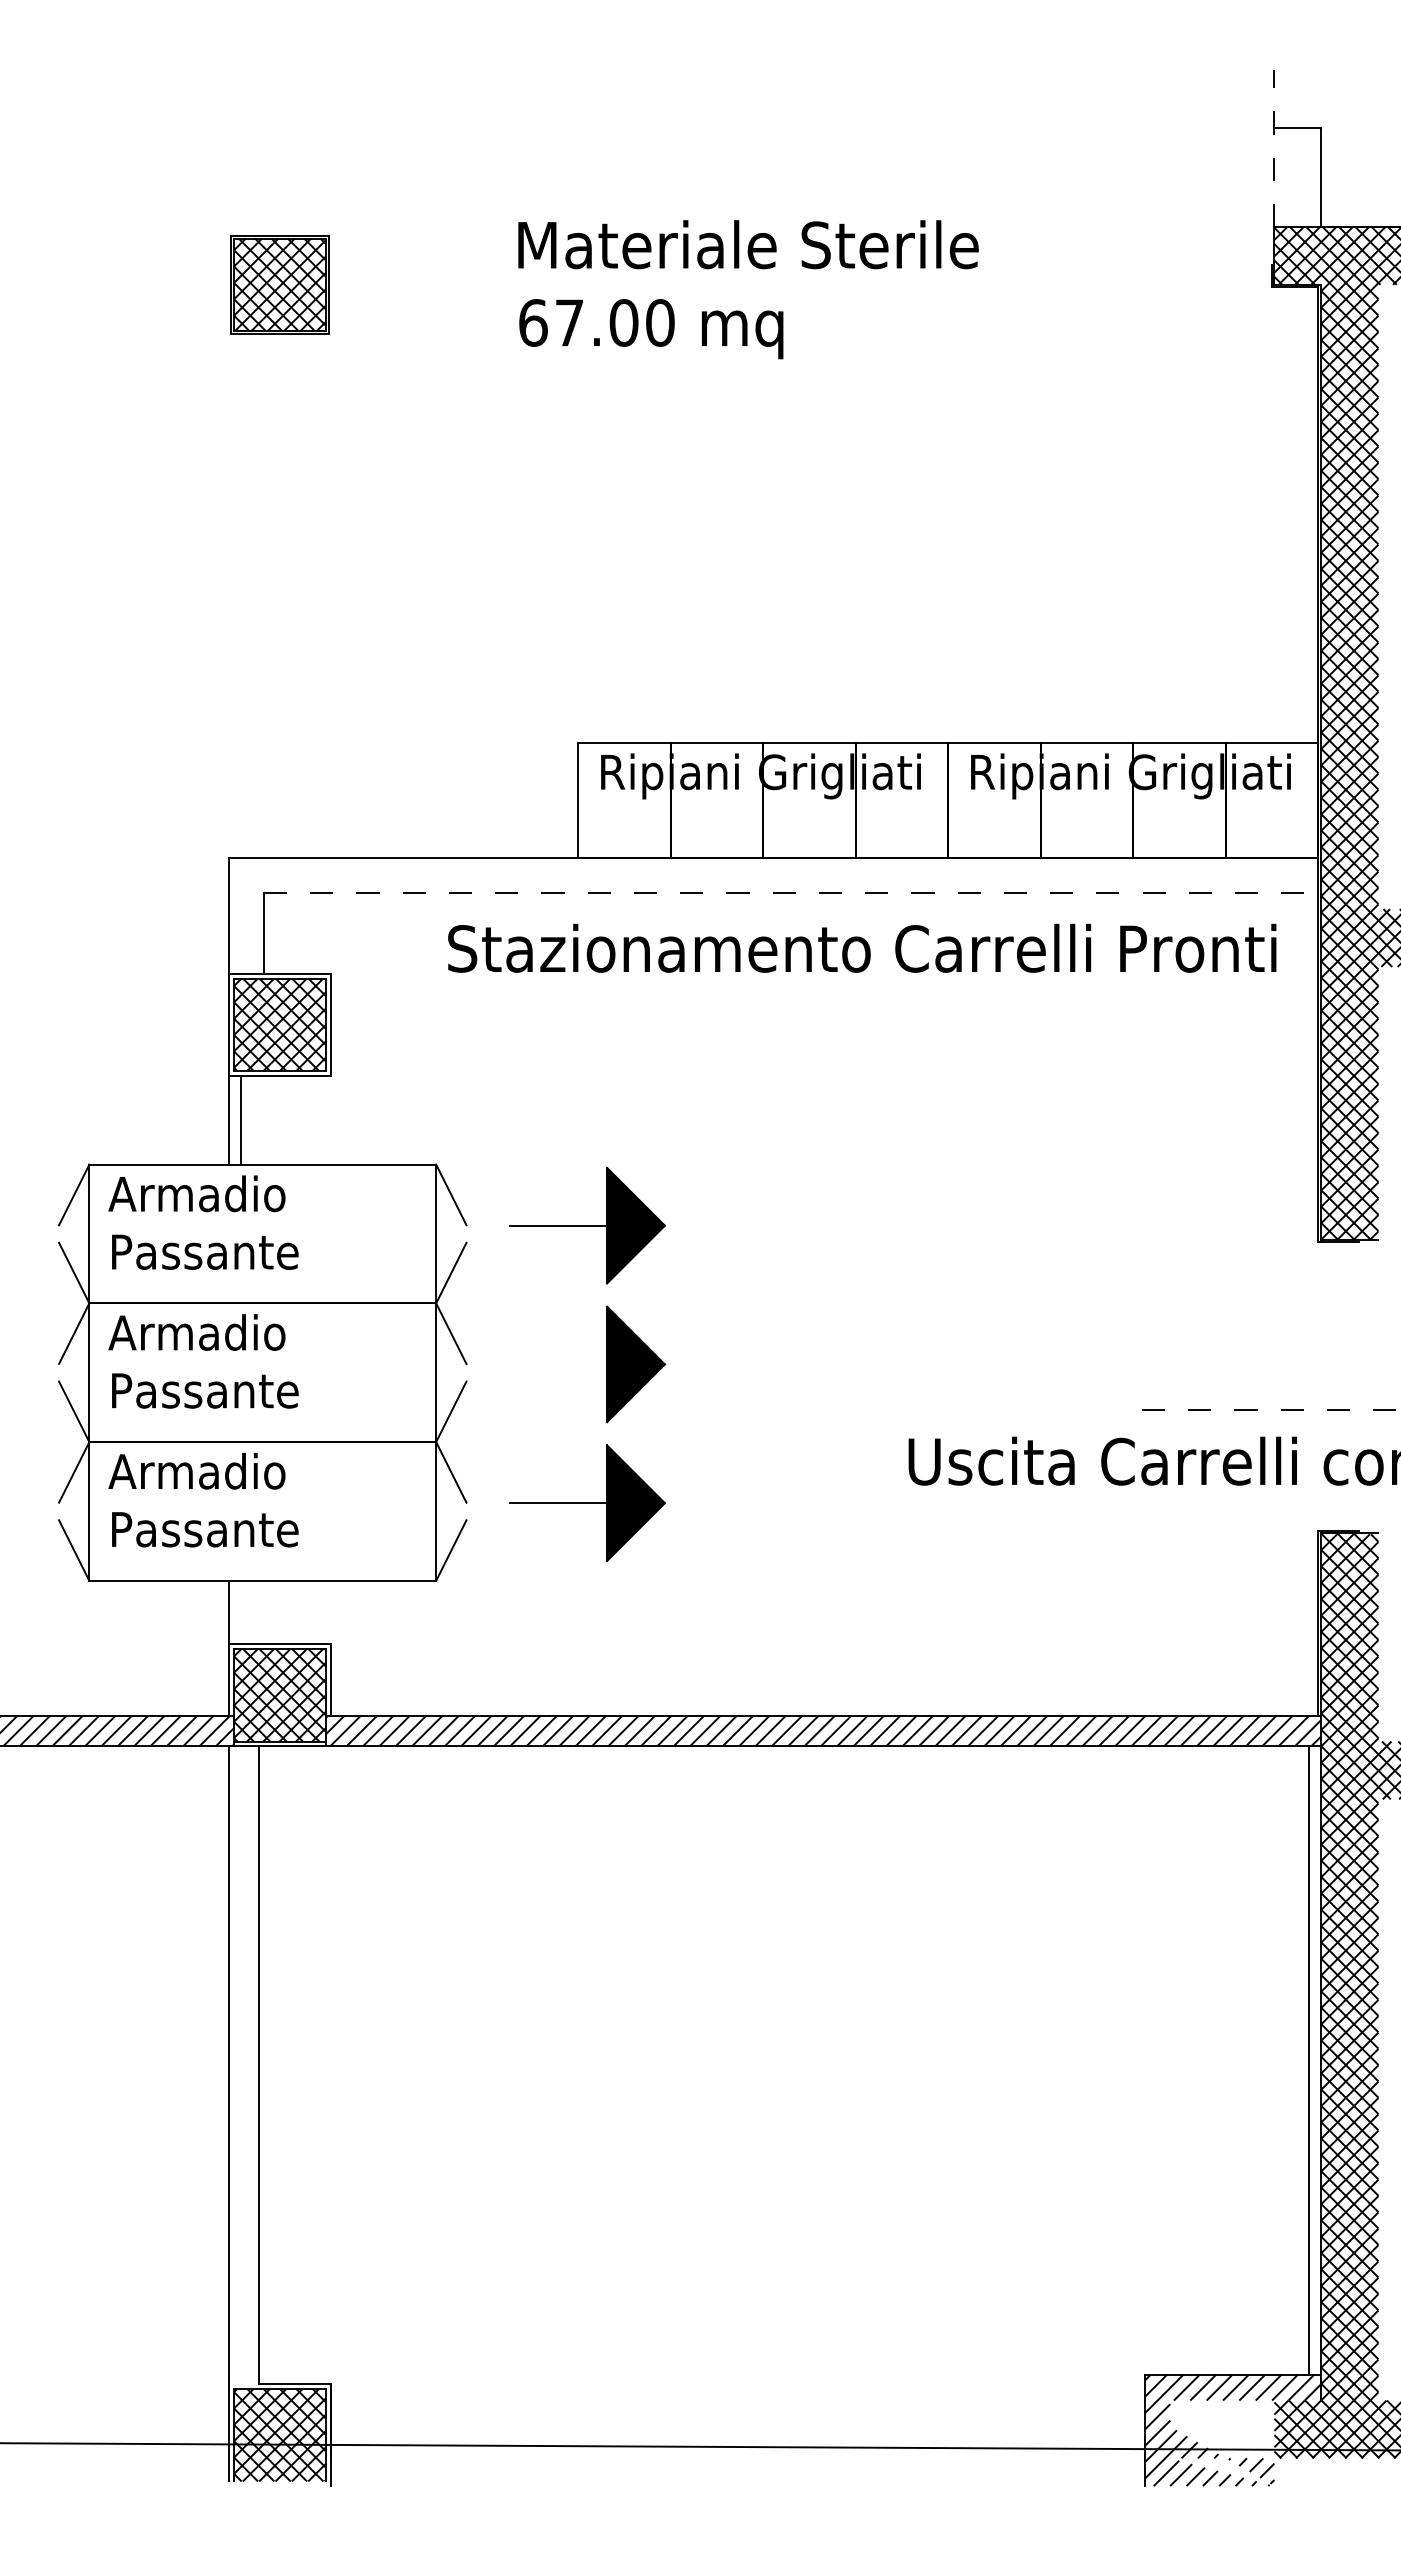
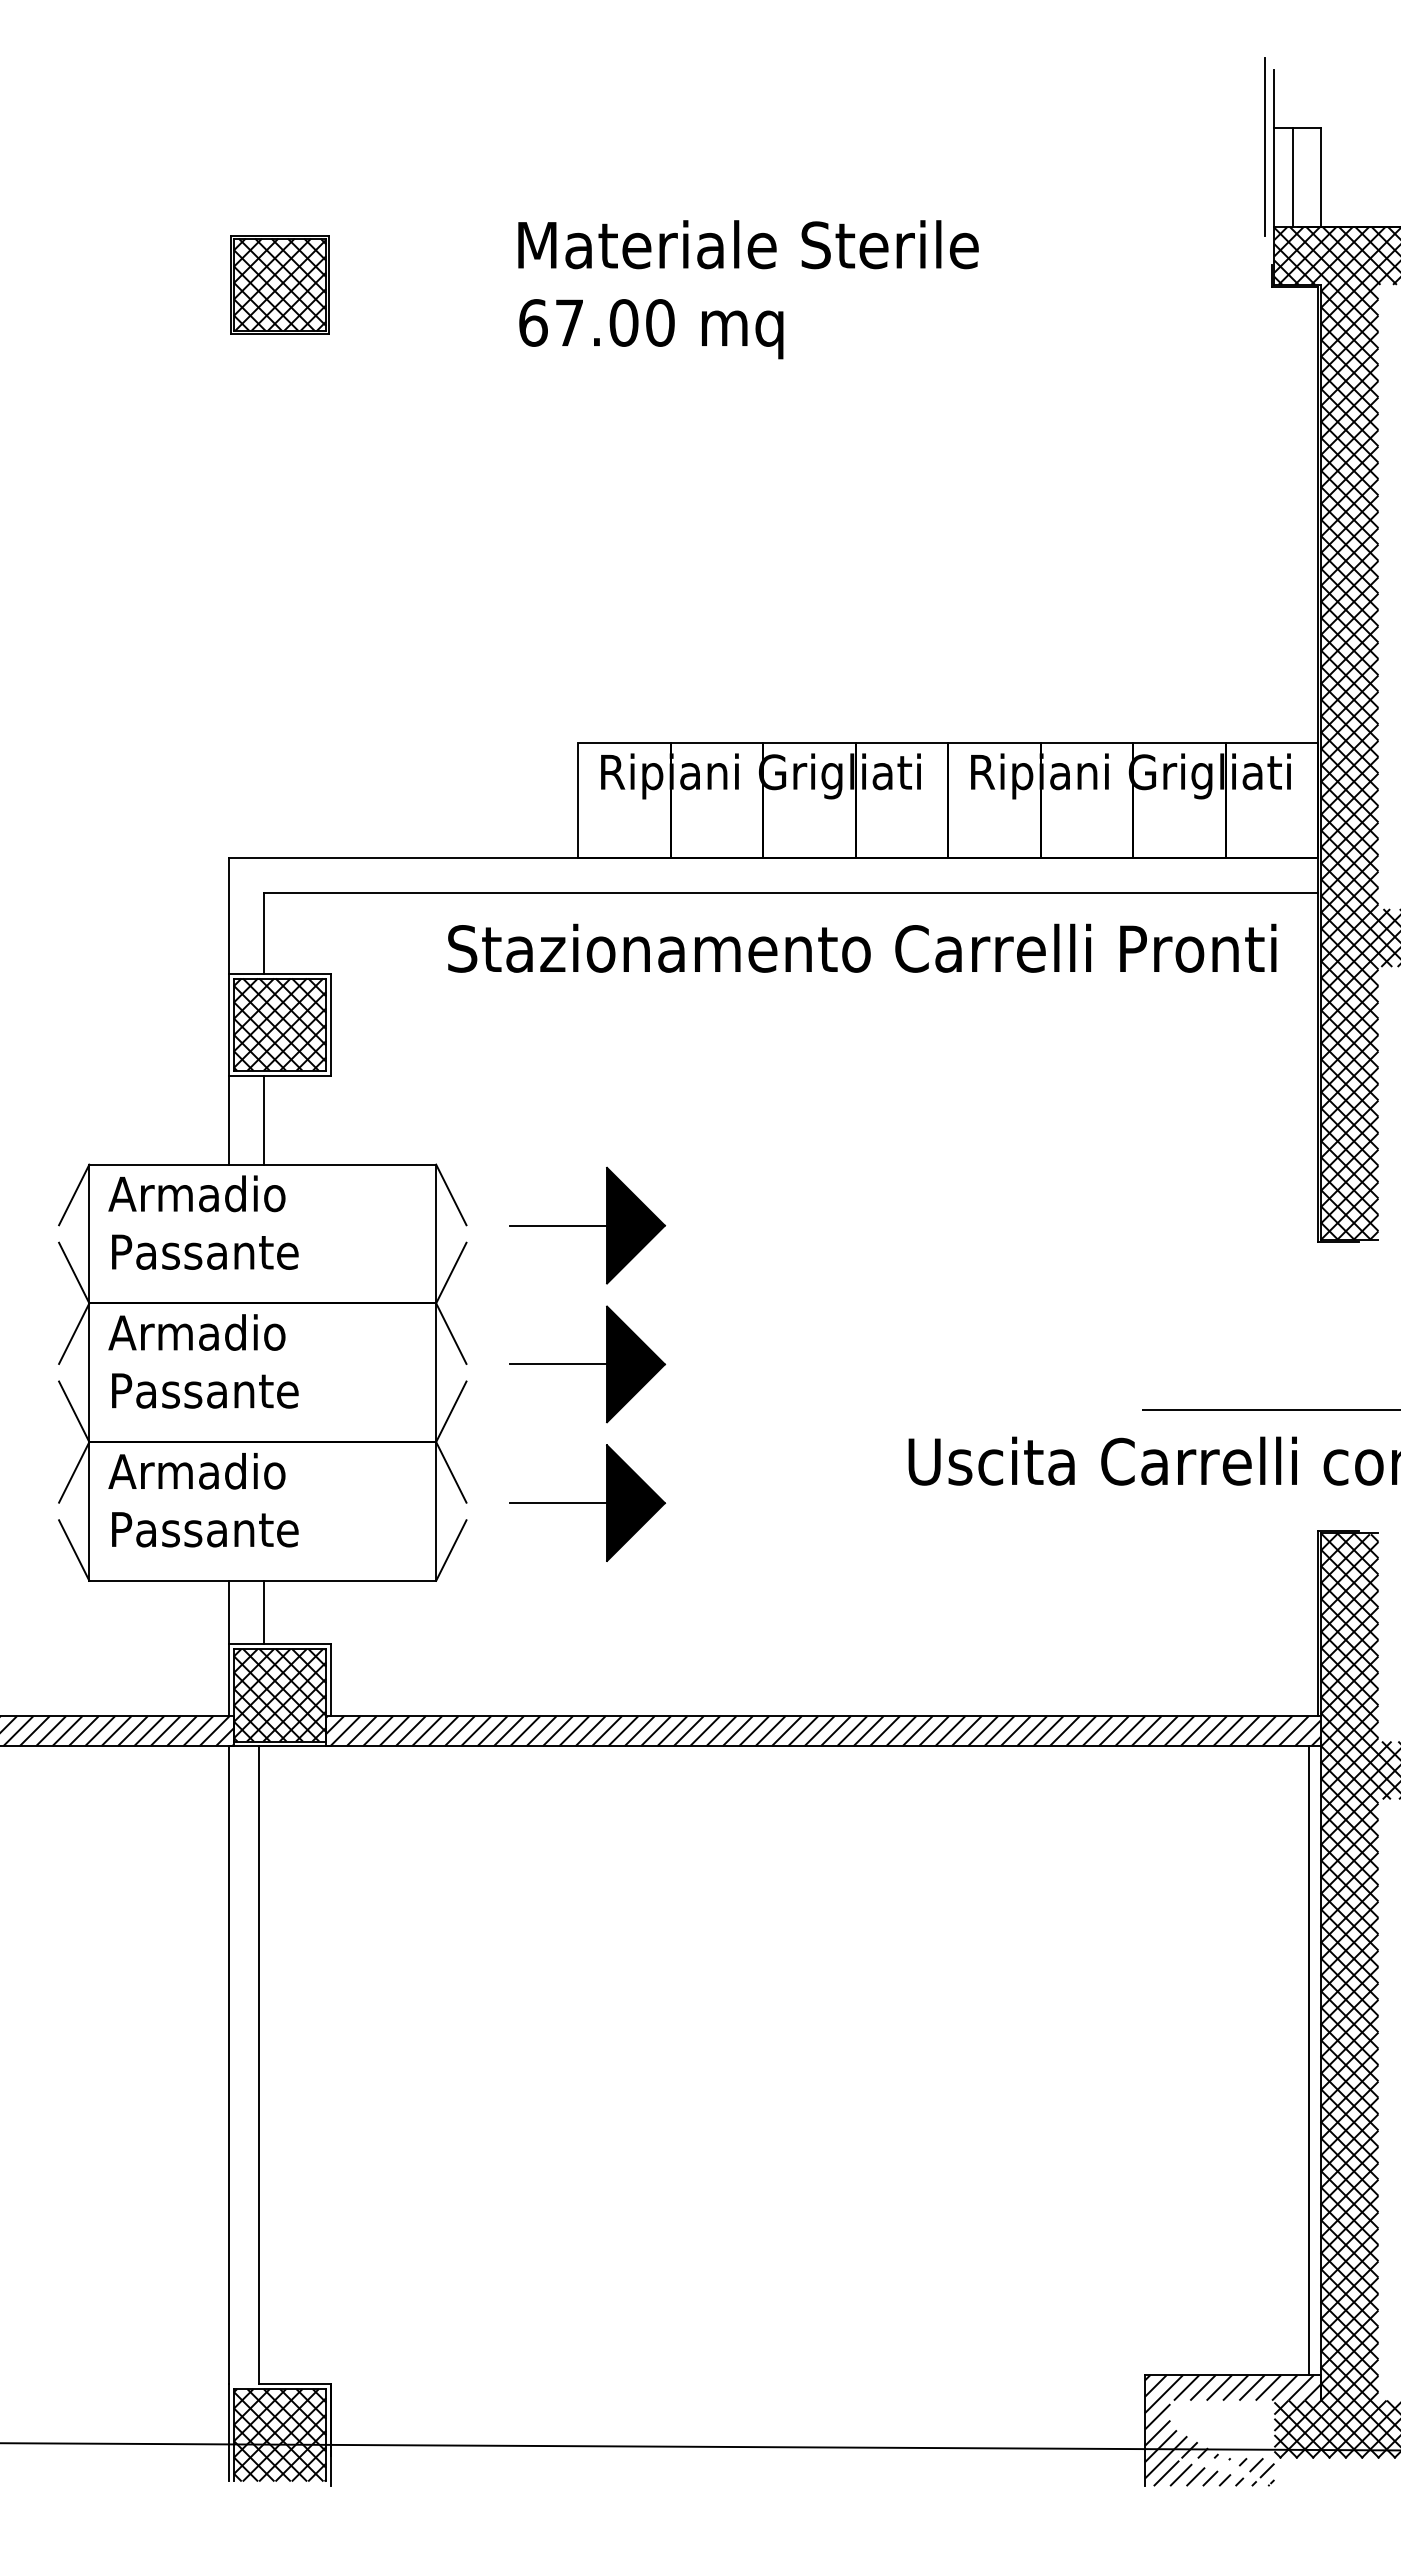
line at (1264, 146): none -> present
line at (1274, 148): dashed -> solid
line at (1292, 177): none -> present
line at (791, 892): dashed -> solid
line at (240, 1120) position: (240, 1120) -> (263, 1120)
line at (558, 1364): none -> present
line at (1271, 1409): dashed -> solid
line at (263, 1612): none -> present
